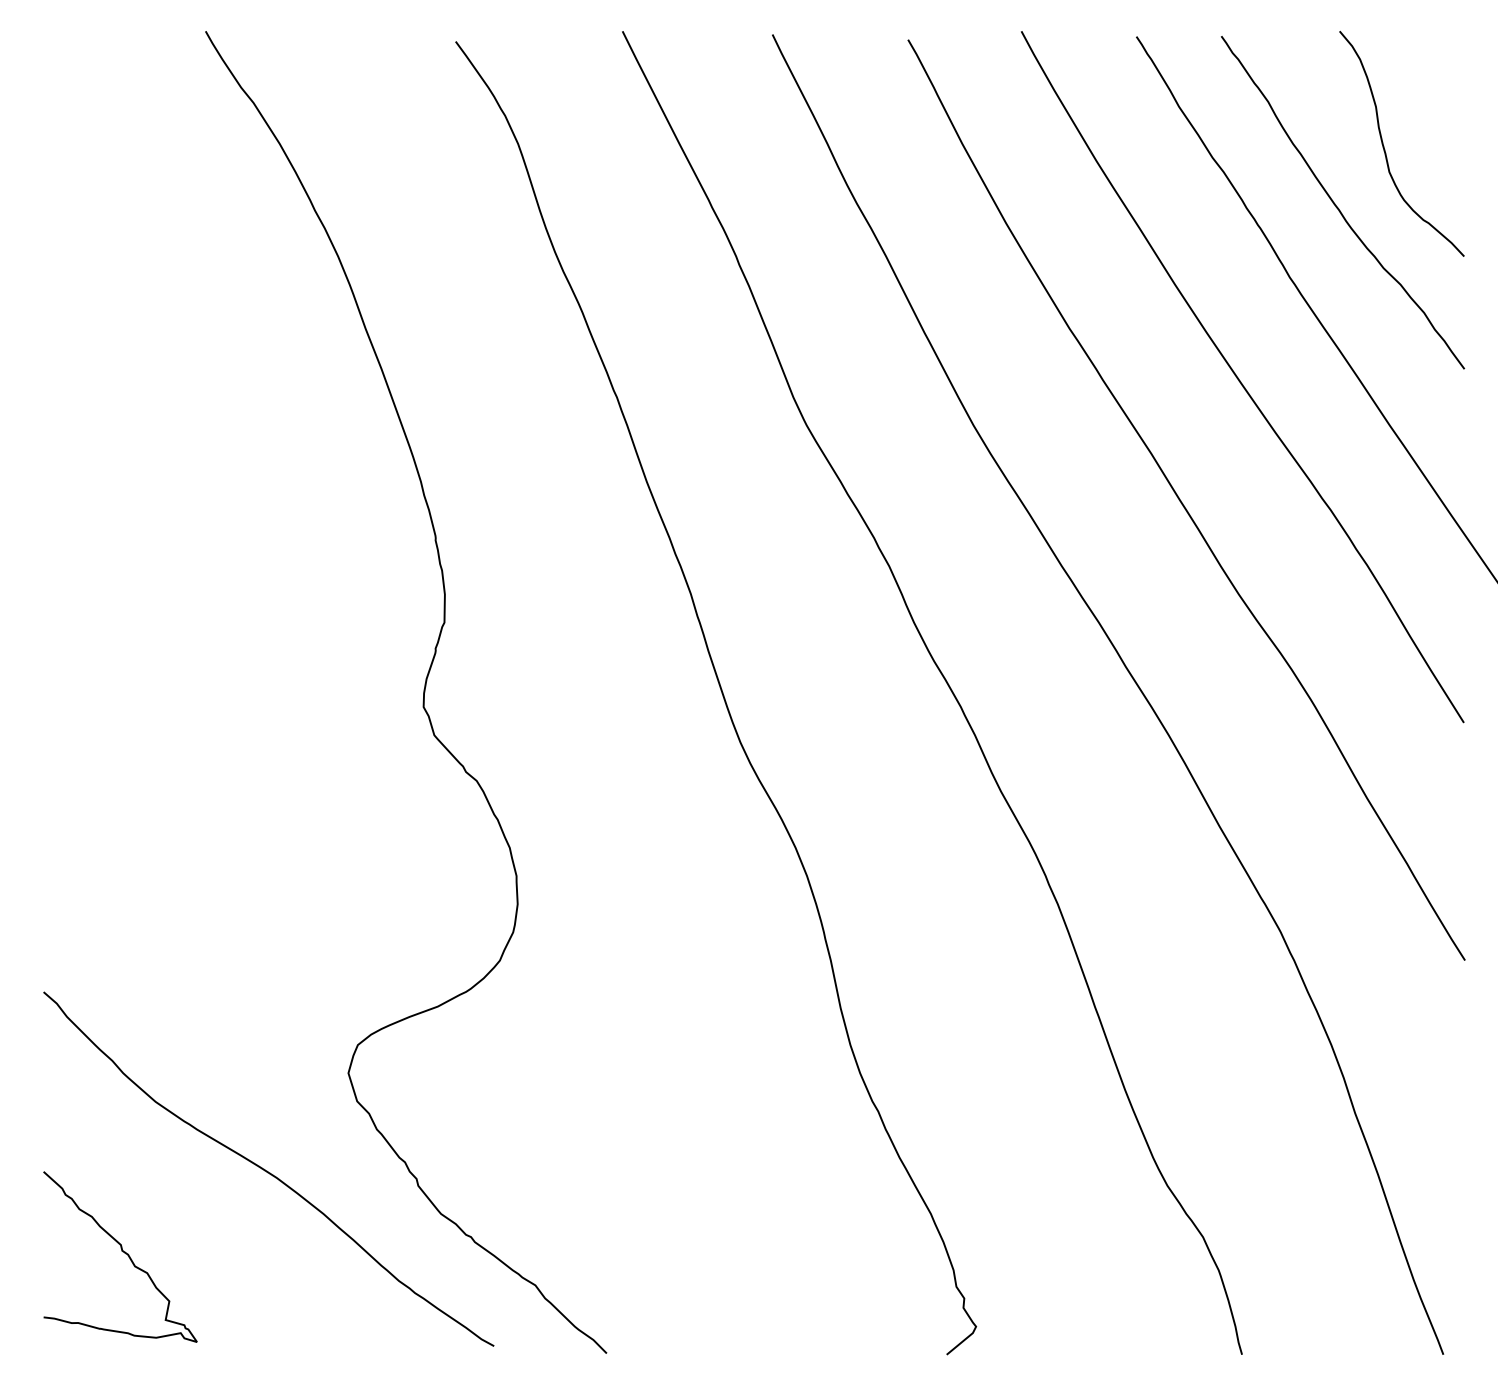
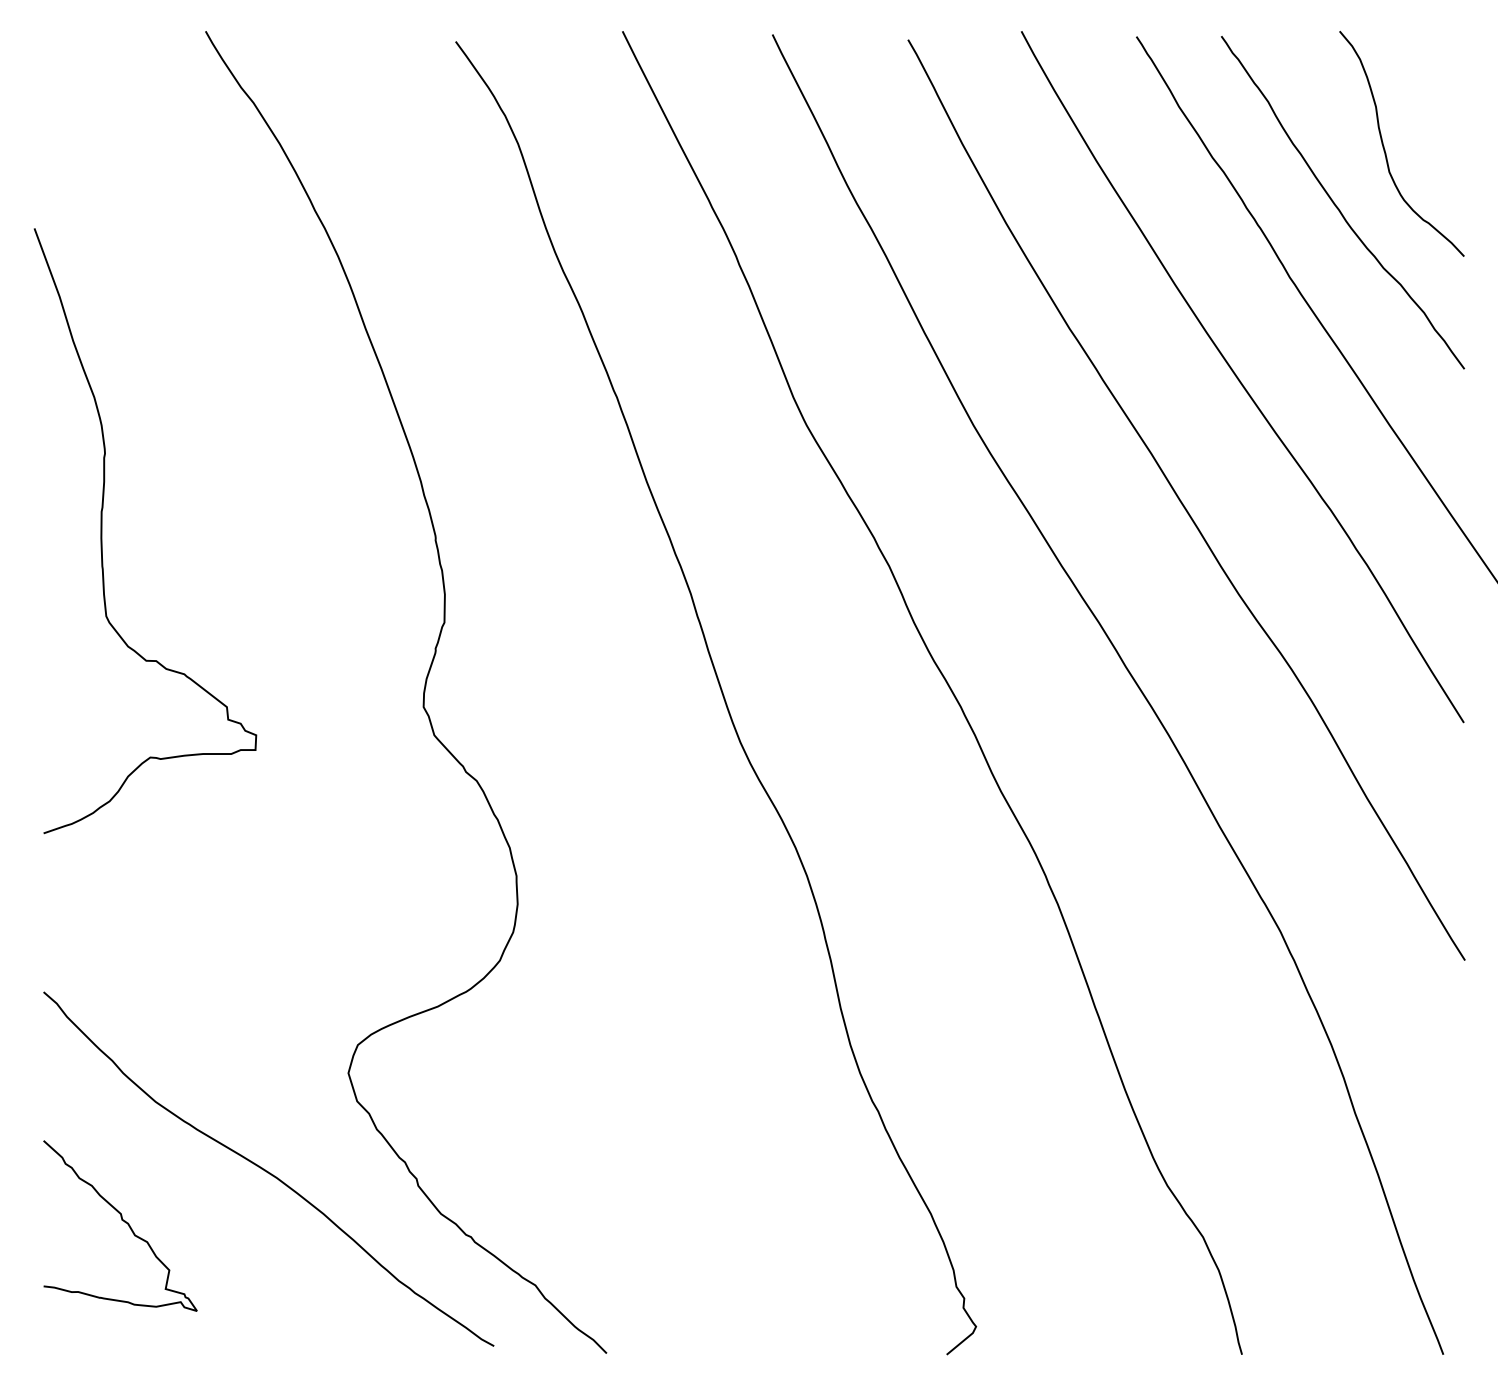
curve at (102, 531): none -> present
curve at (123, 1252) position: (123, 1252) -> (123, 1221)
